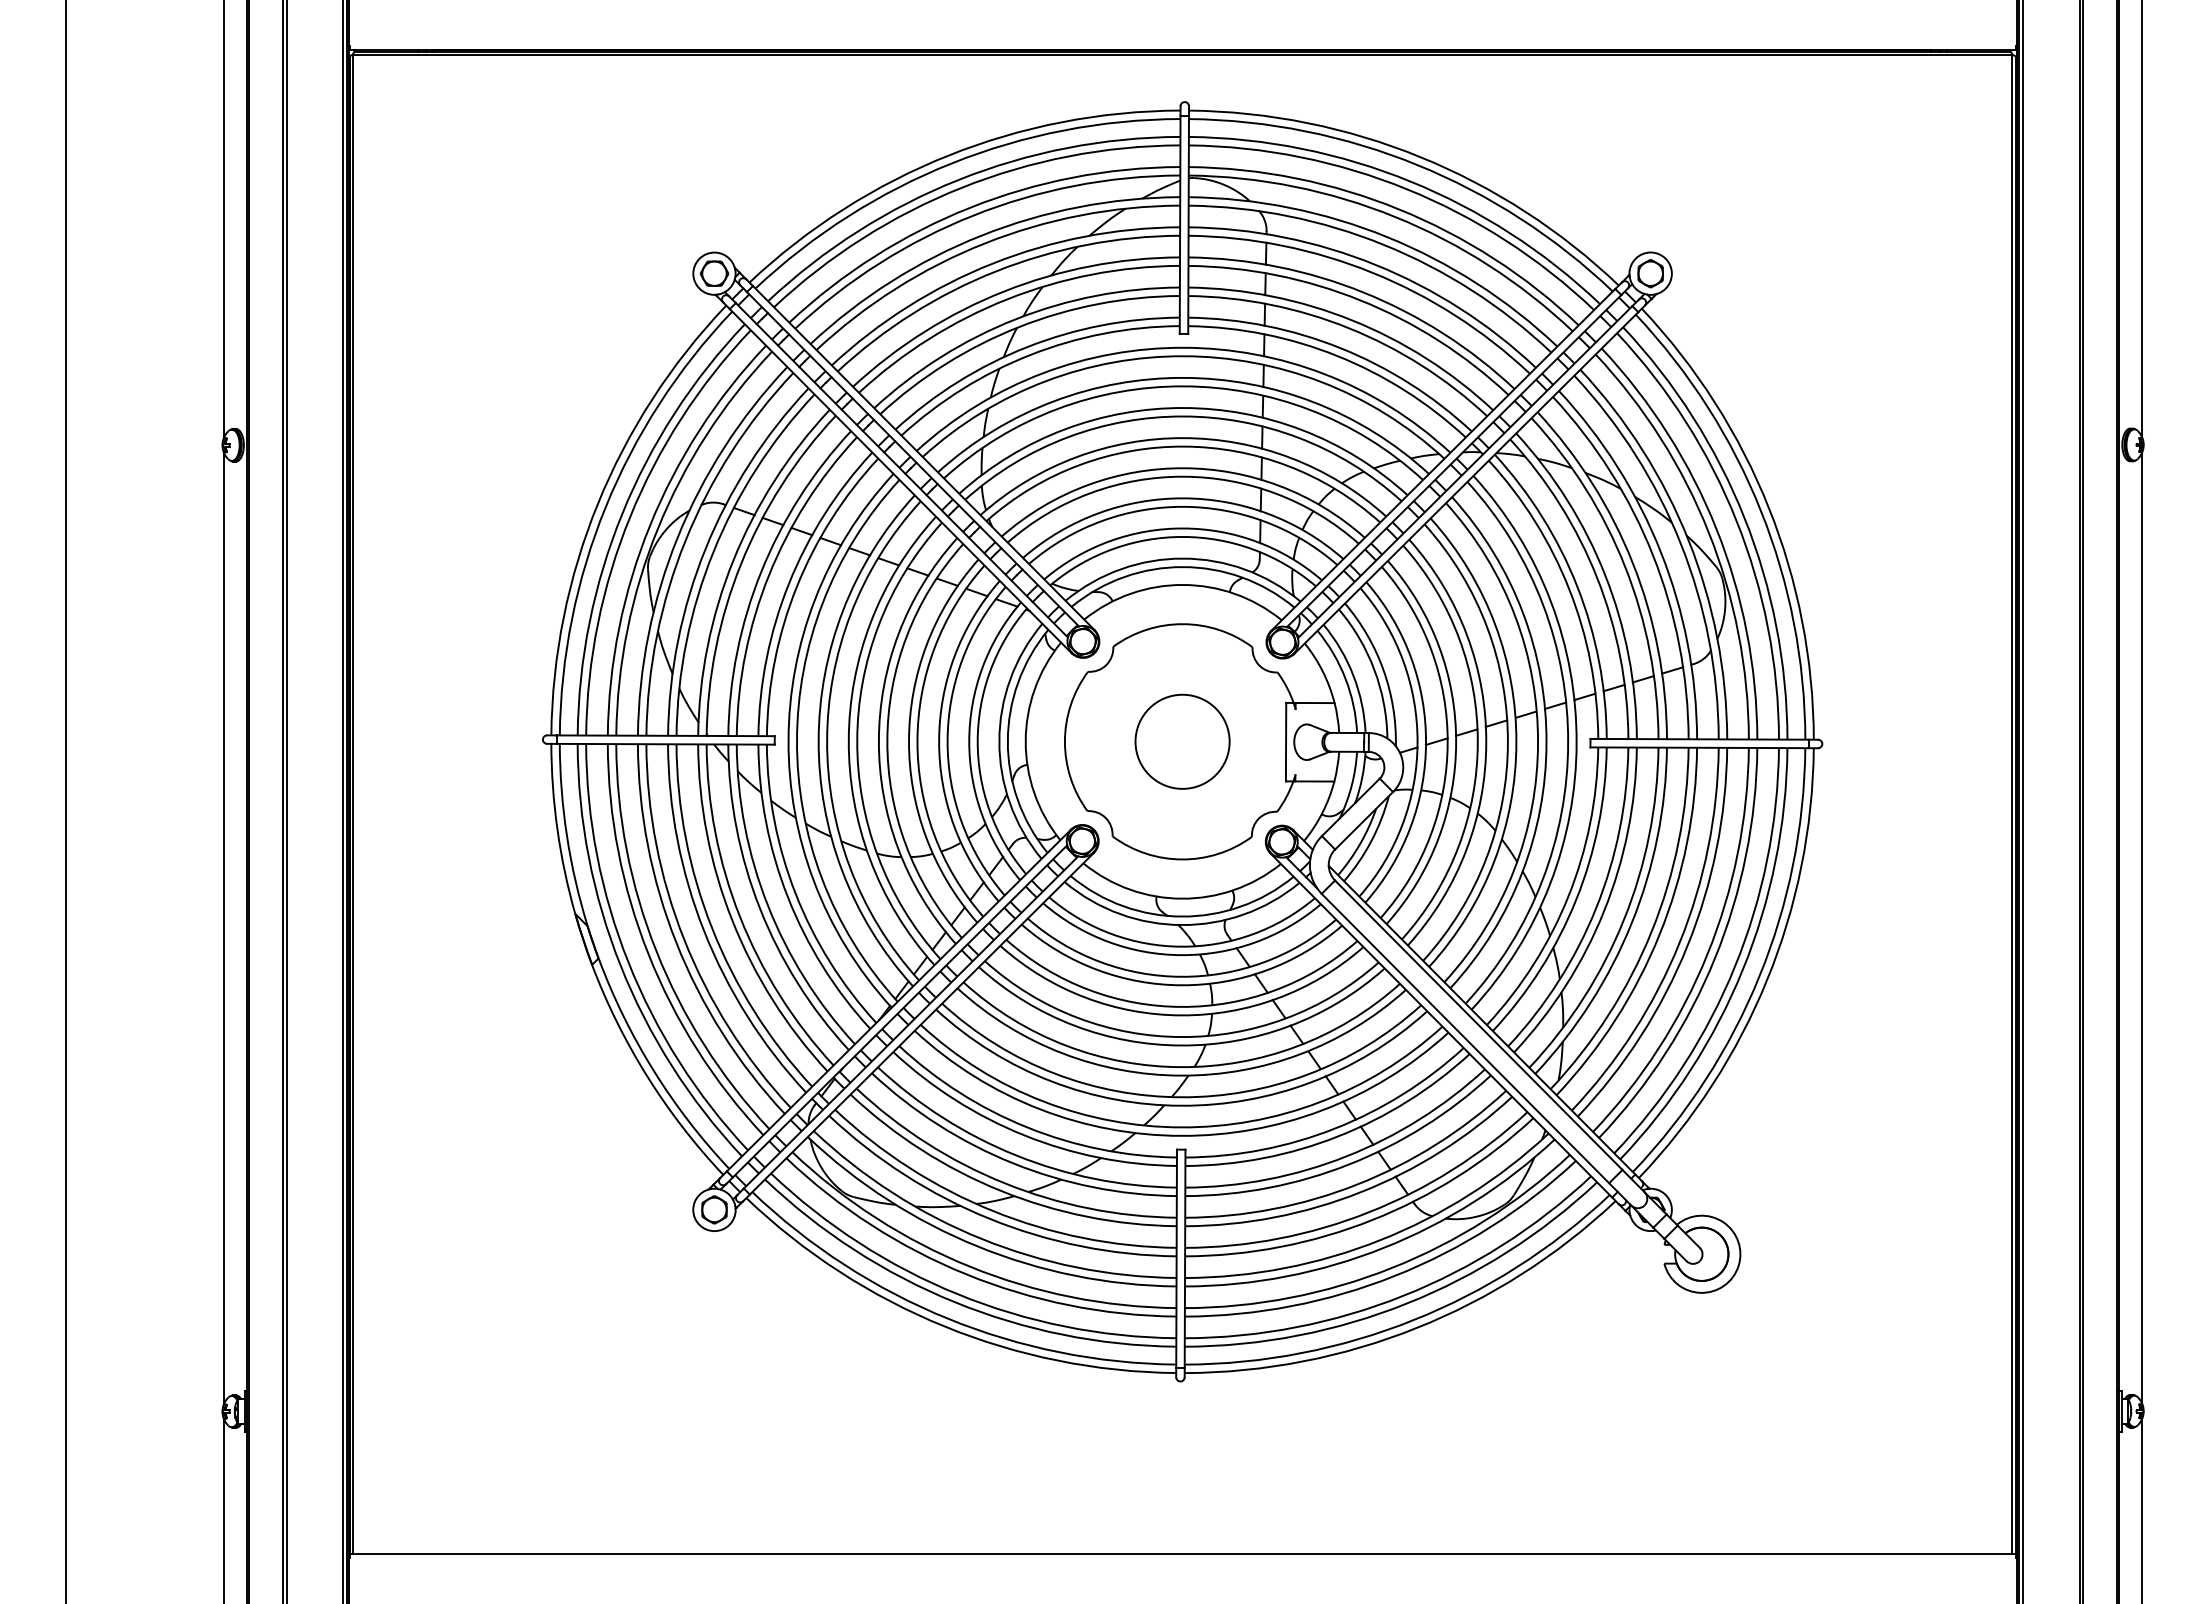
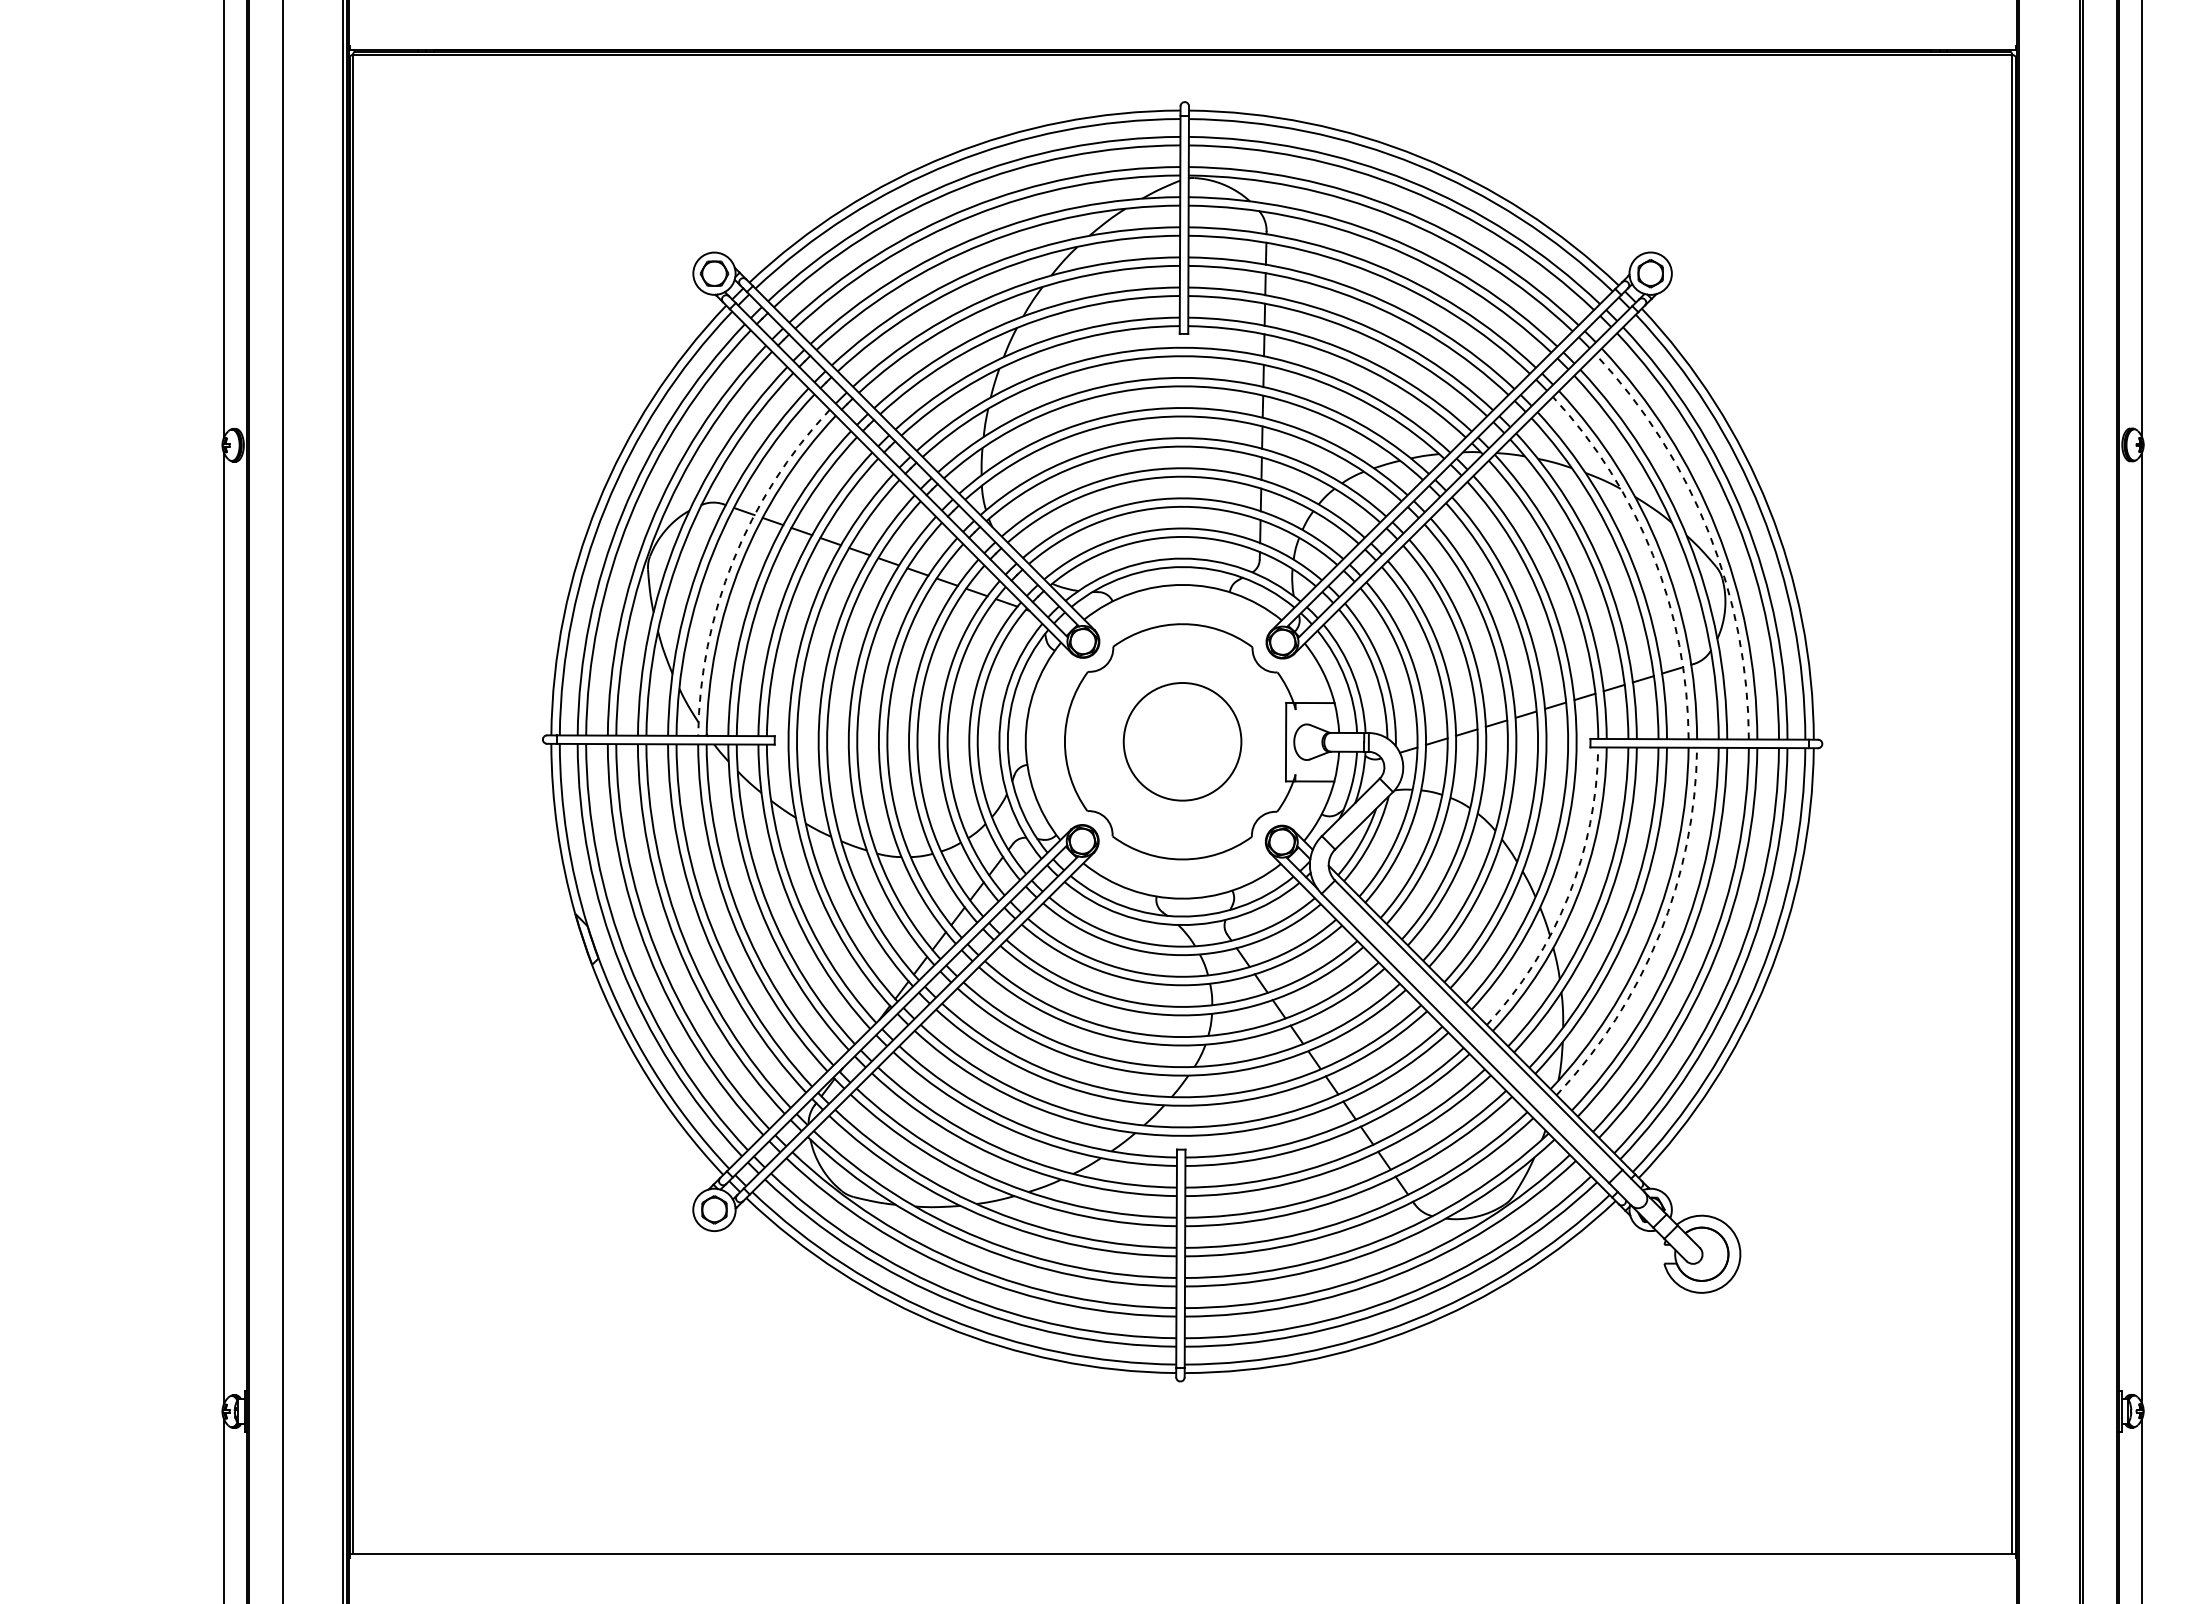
arc at (1708, 532): solid -> dashed
arc at (1653, 555): solid -> dashed
arc at (733, 560): solid -> dashed
circle at (1182, 741) diameter: 94 px -> 118 px
line at (66, 801): present -> none
line at (286, 801): present -> none
line at (2023, 801): present -> none
arc at (1568, 896): solid -> dashed
arc at (1659, 934): solid -> dashed
